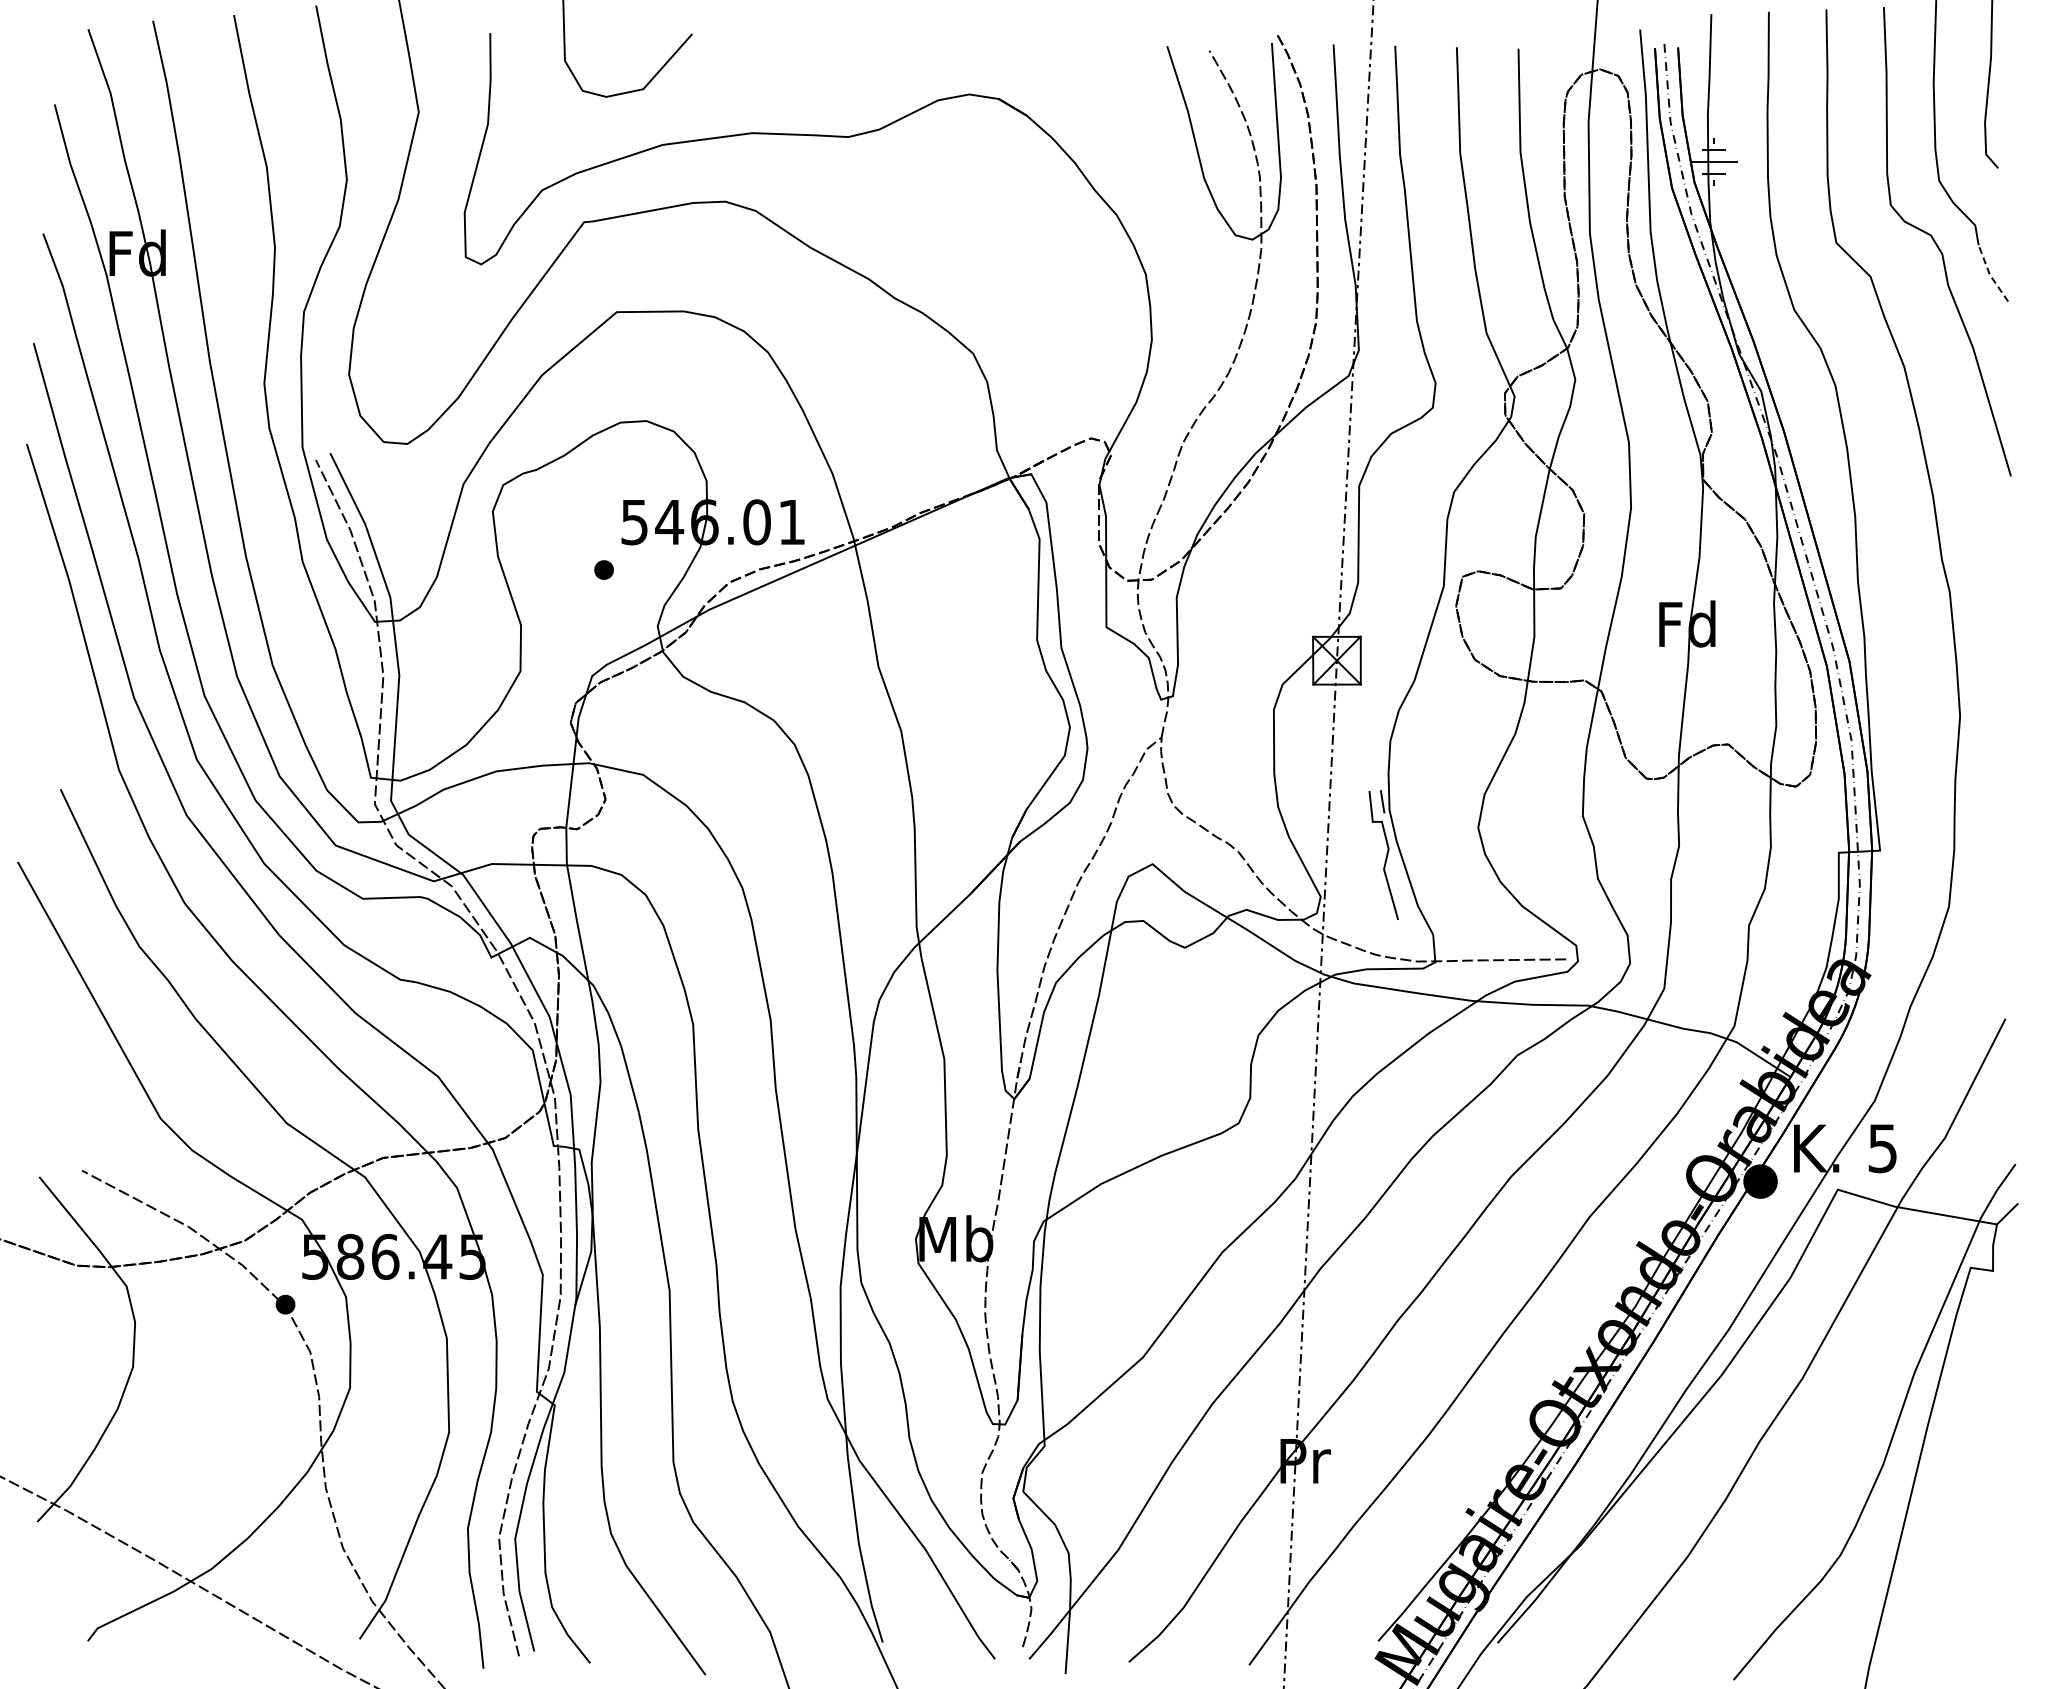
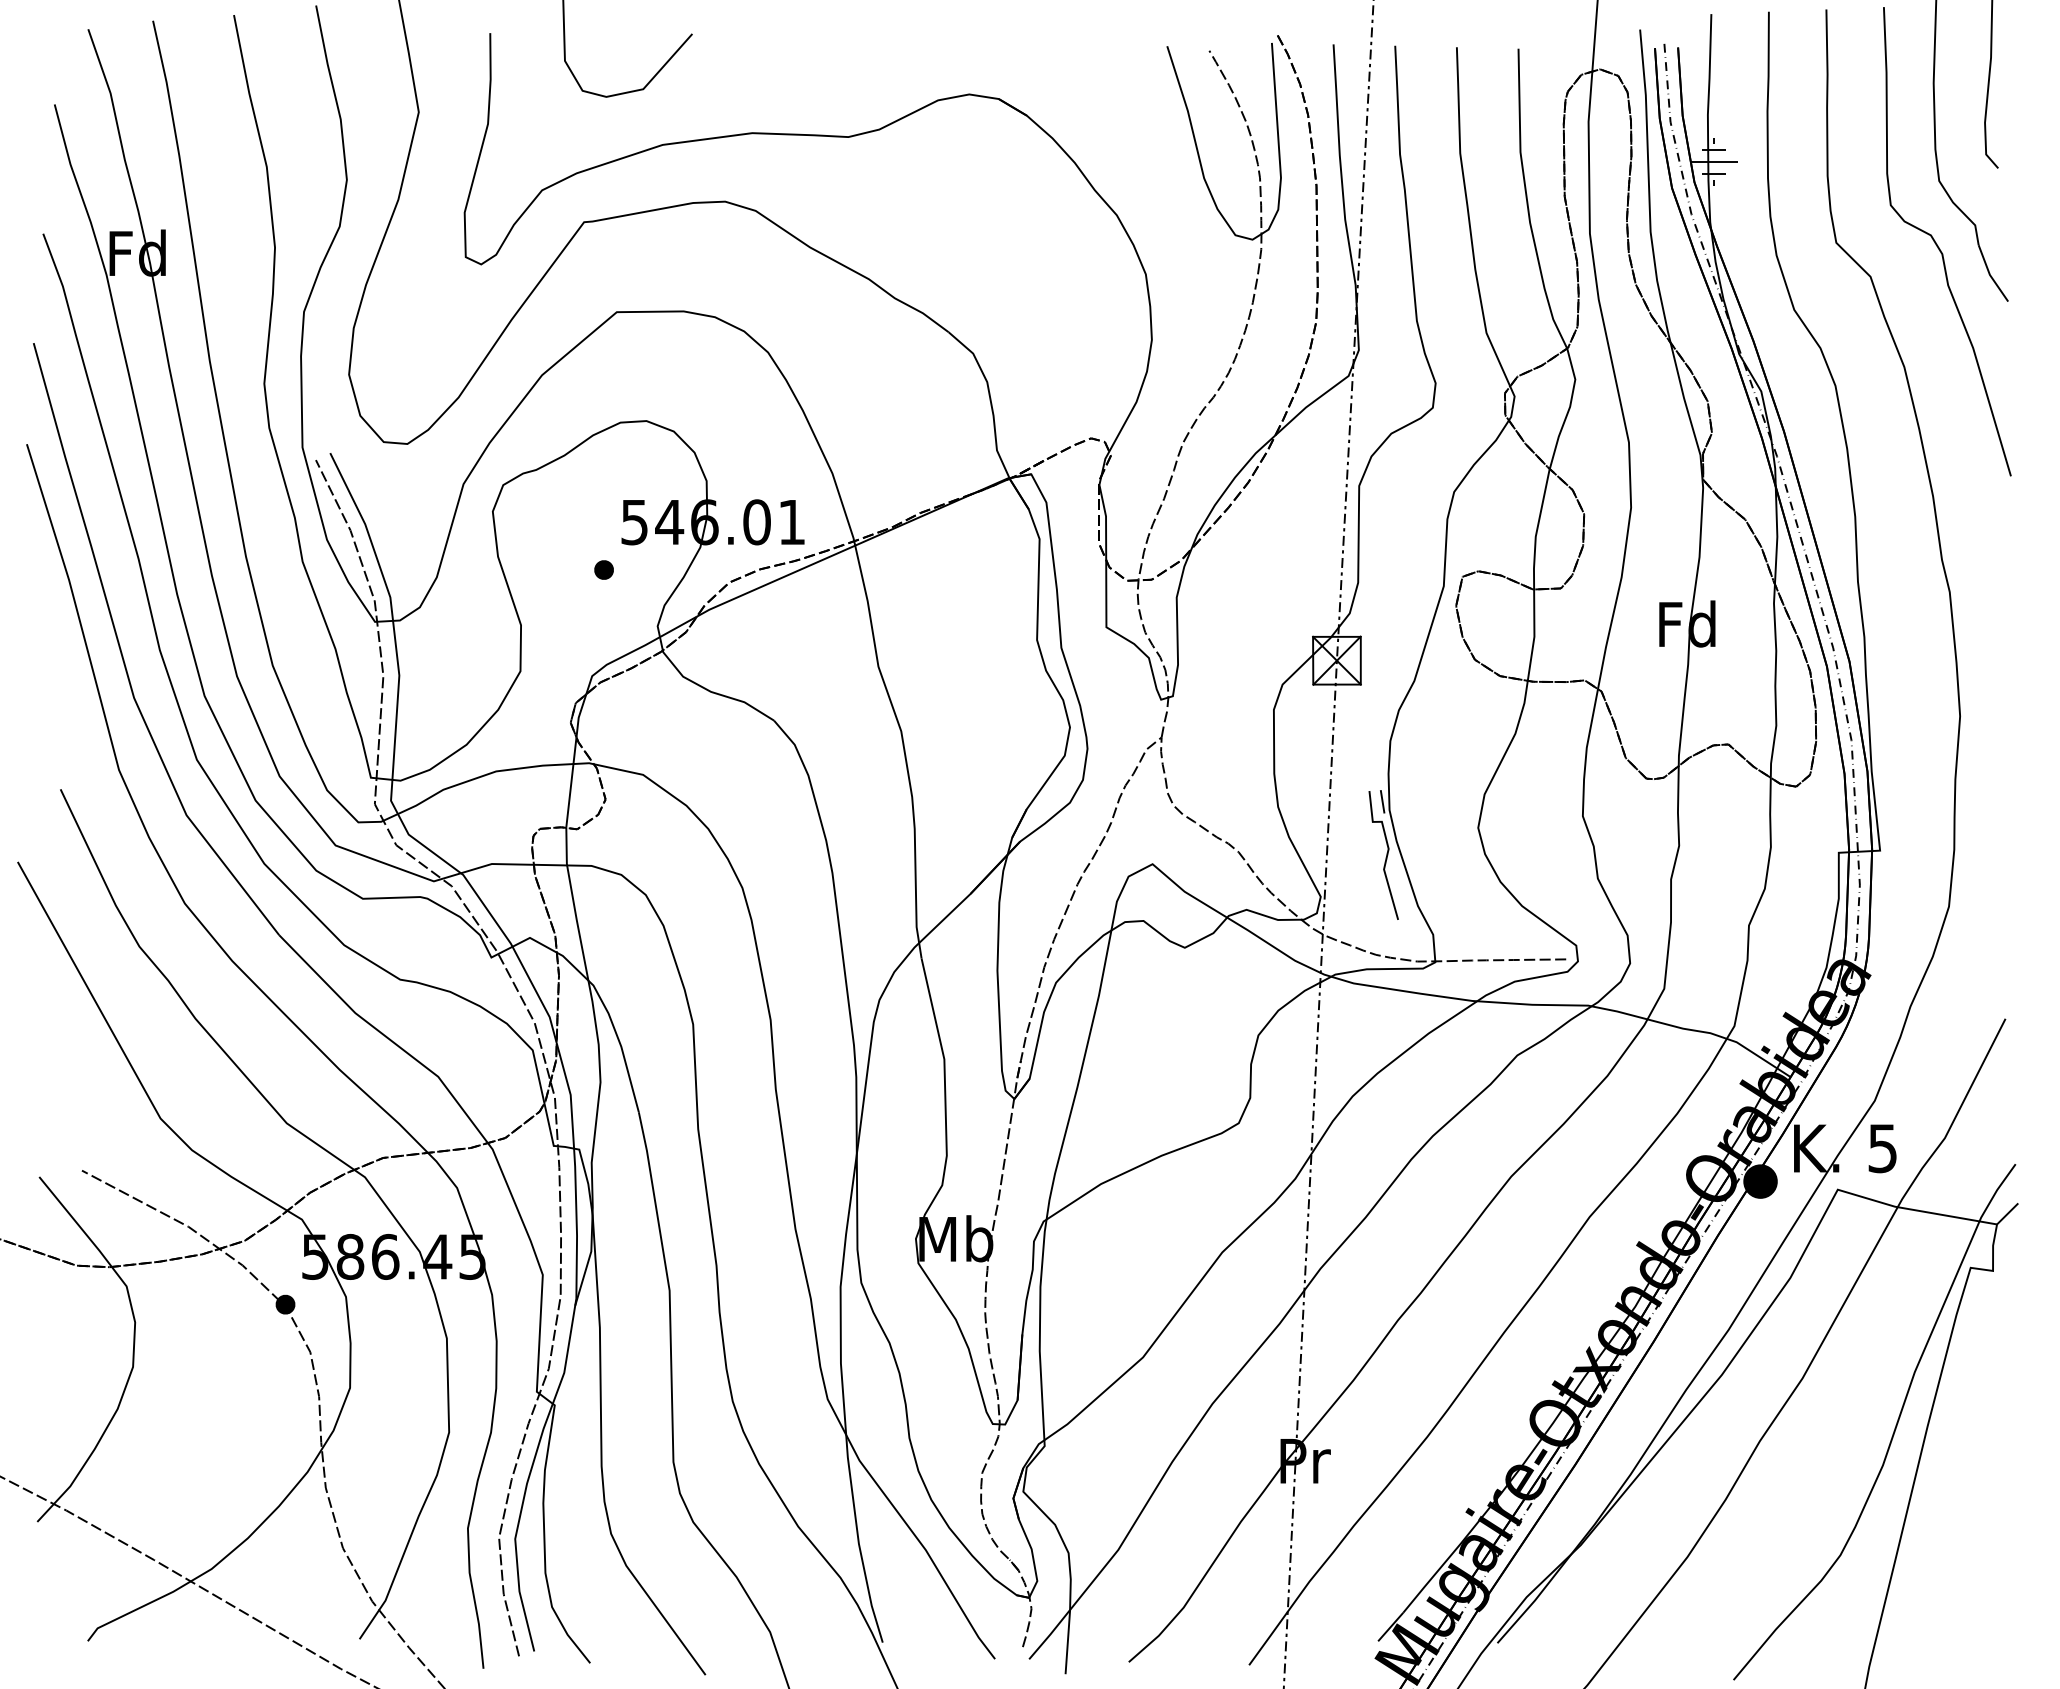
line at (1989, 274): dashed -> solid
